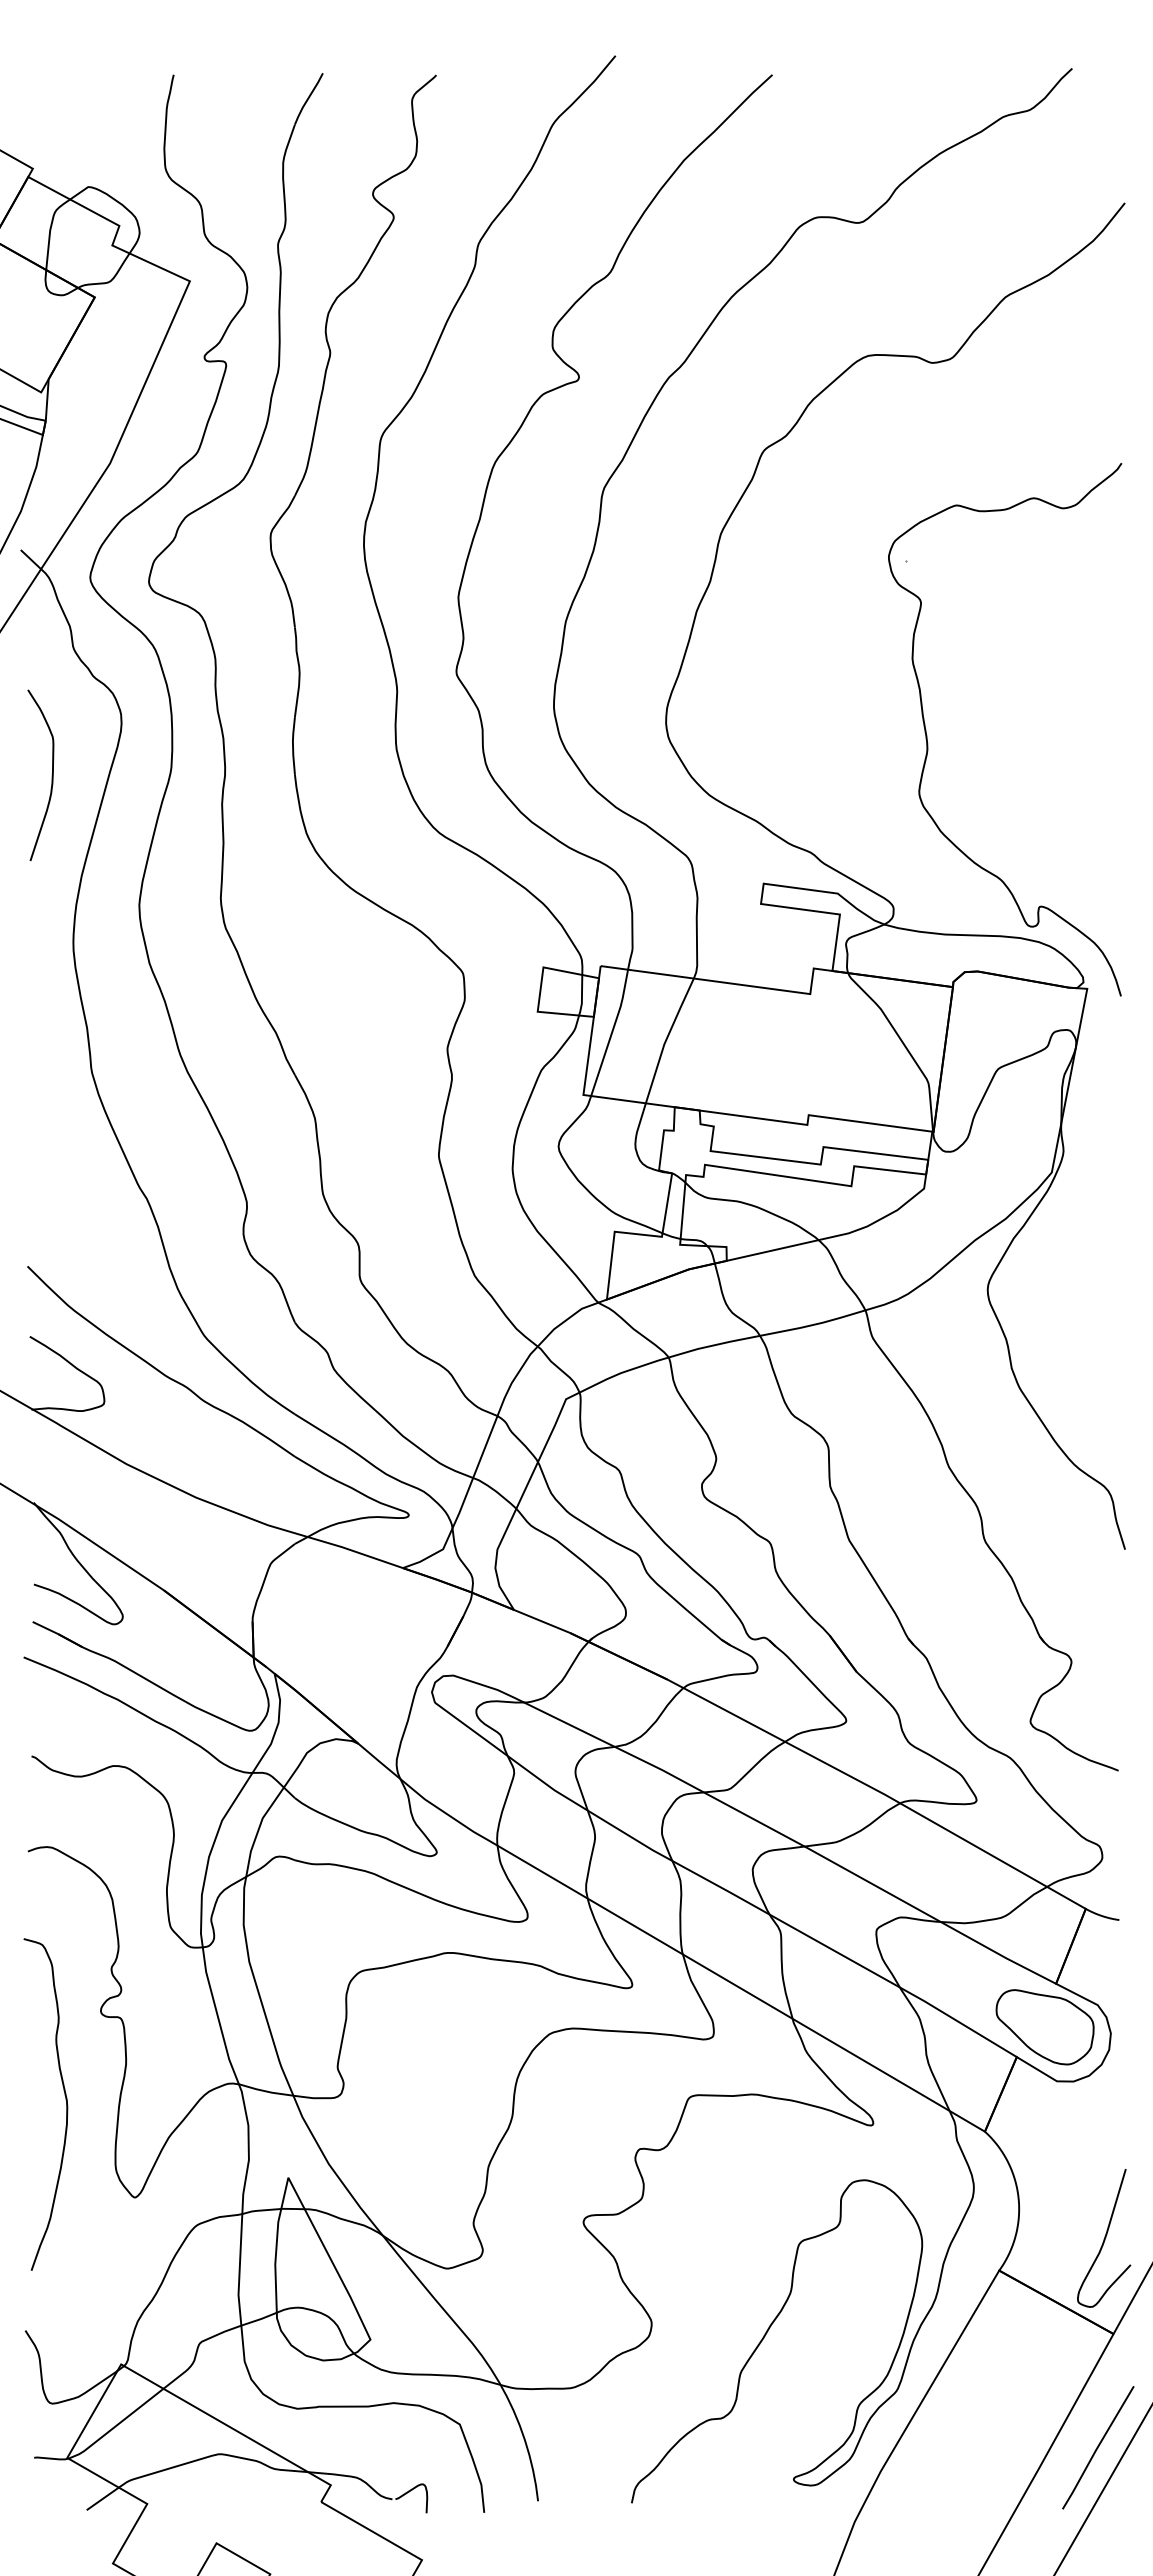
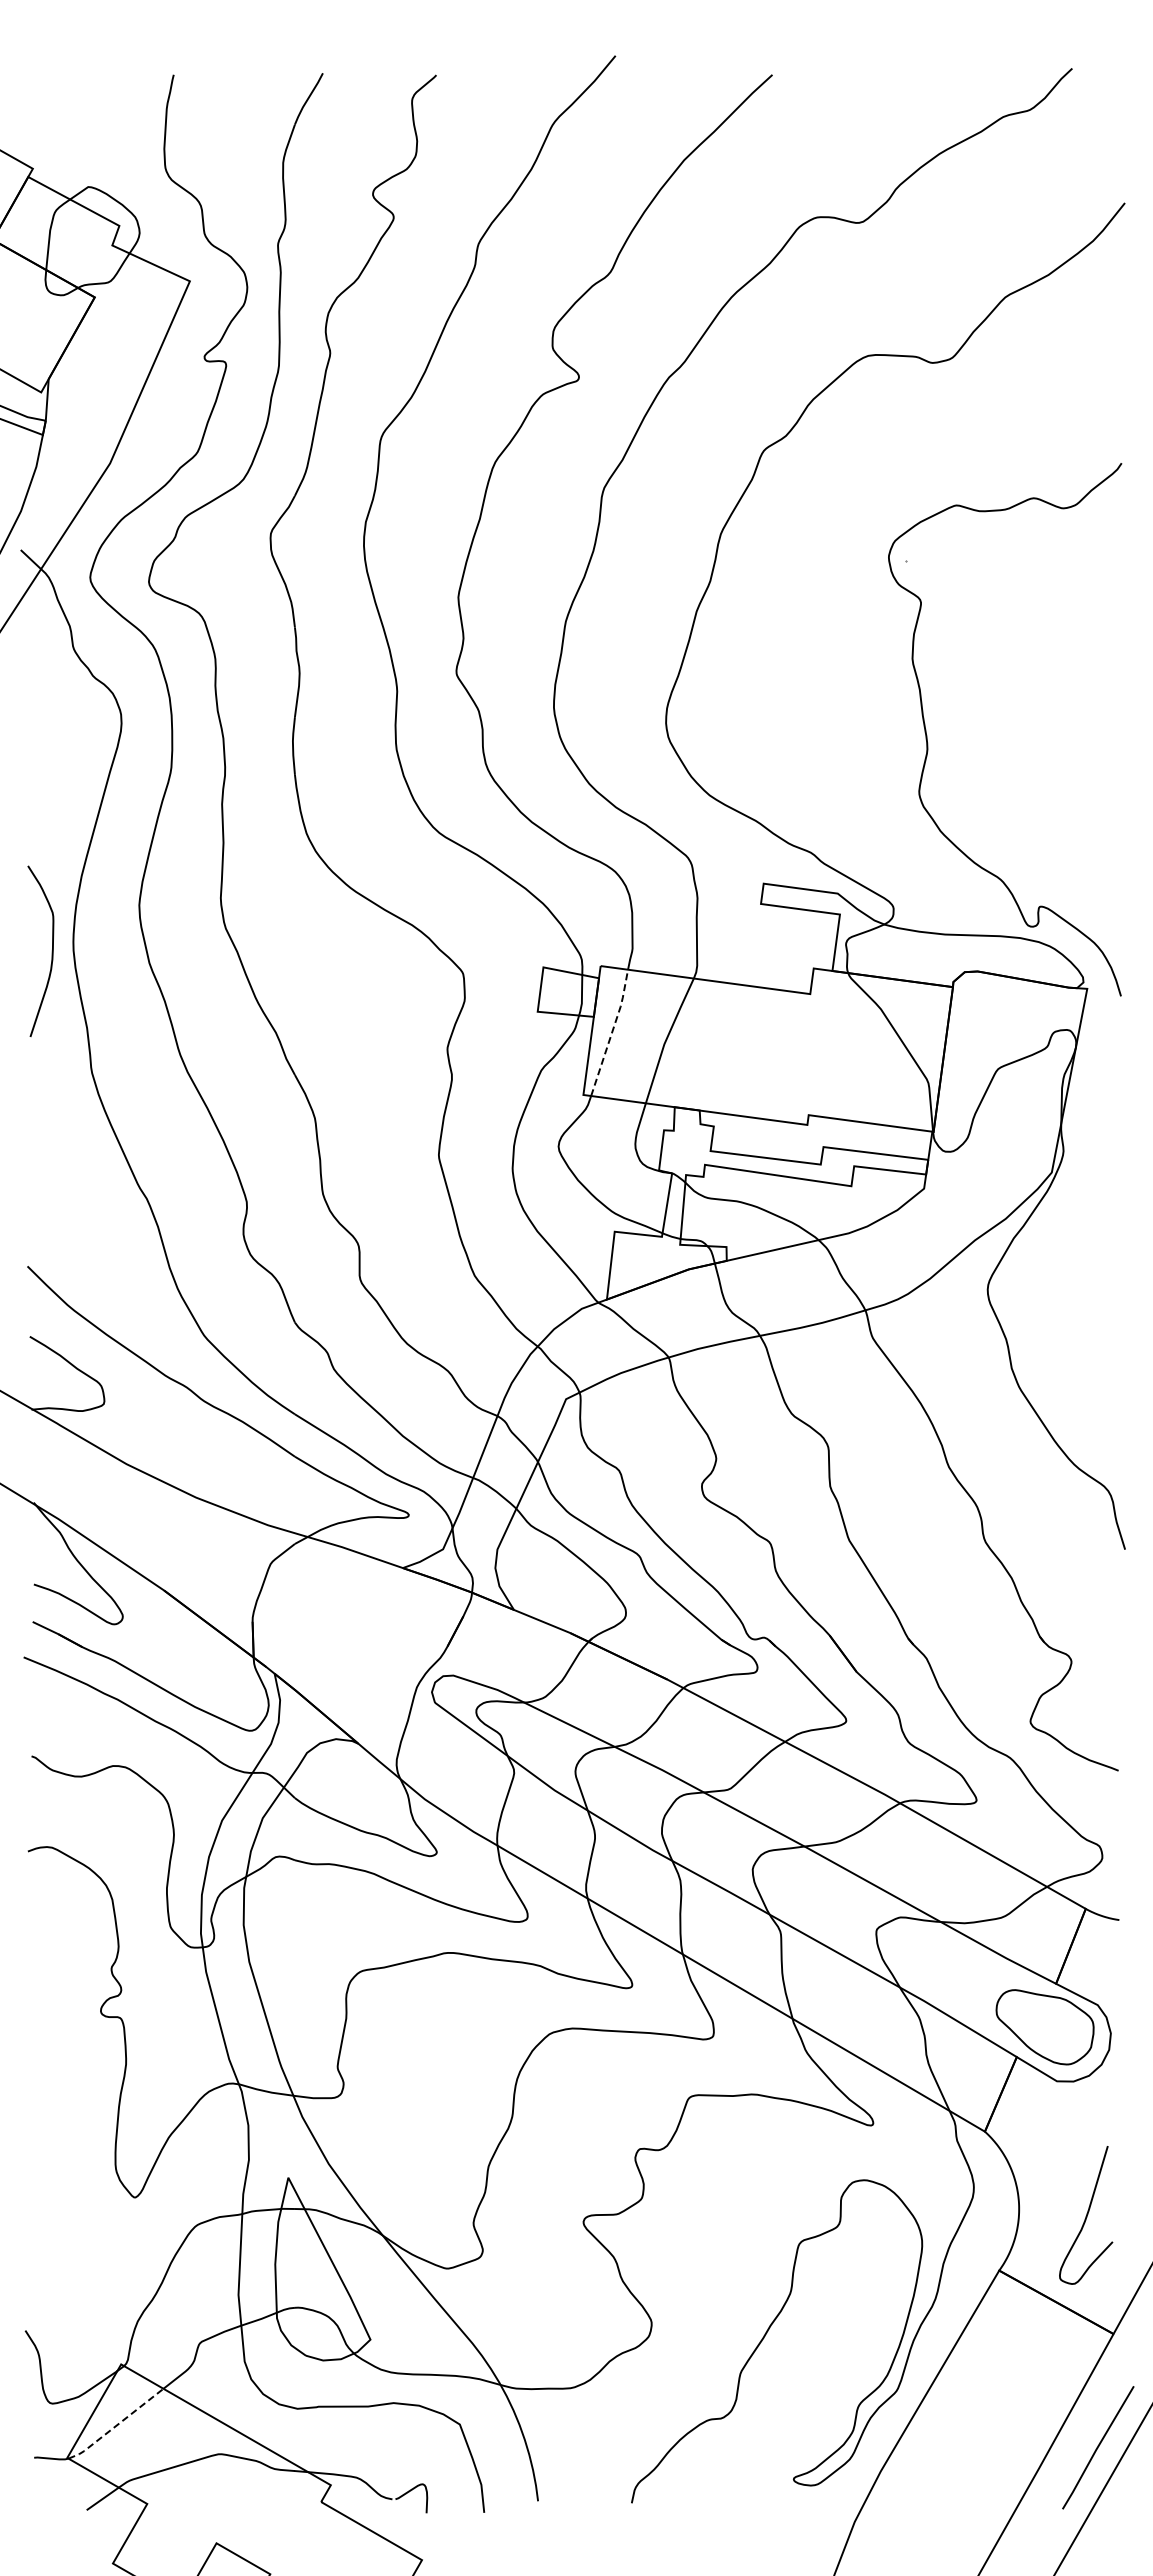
curve at (51, 775) position: (51, 775) -> (51, 951)
line at (612, 1031): solid -> dashed
curve at (65, 2100): present -> none
curve at (1104, 2238) position: (1104, 2238) -> (1086, 2215)
line at (116, 2426): solid -> dashed
